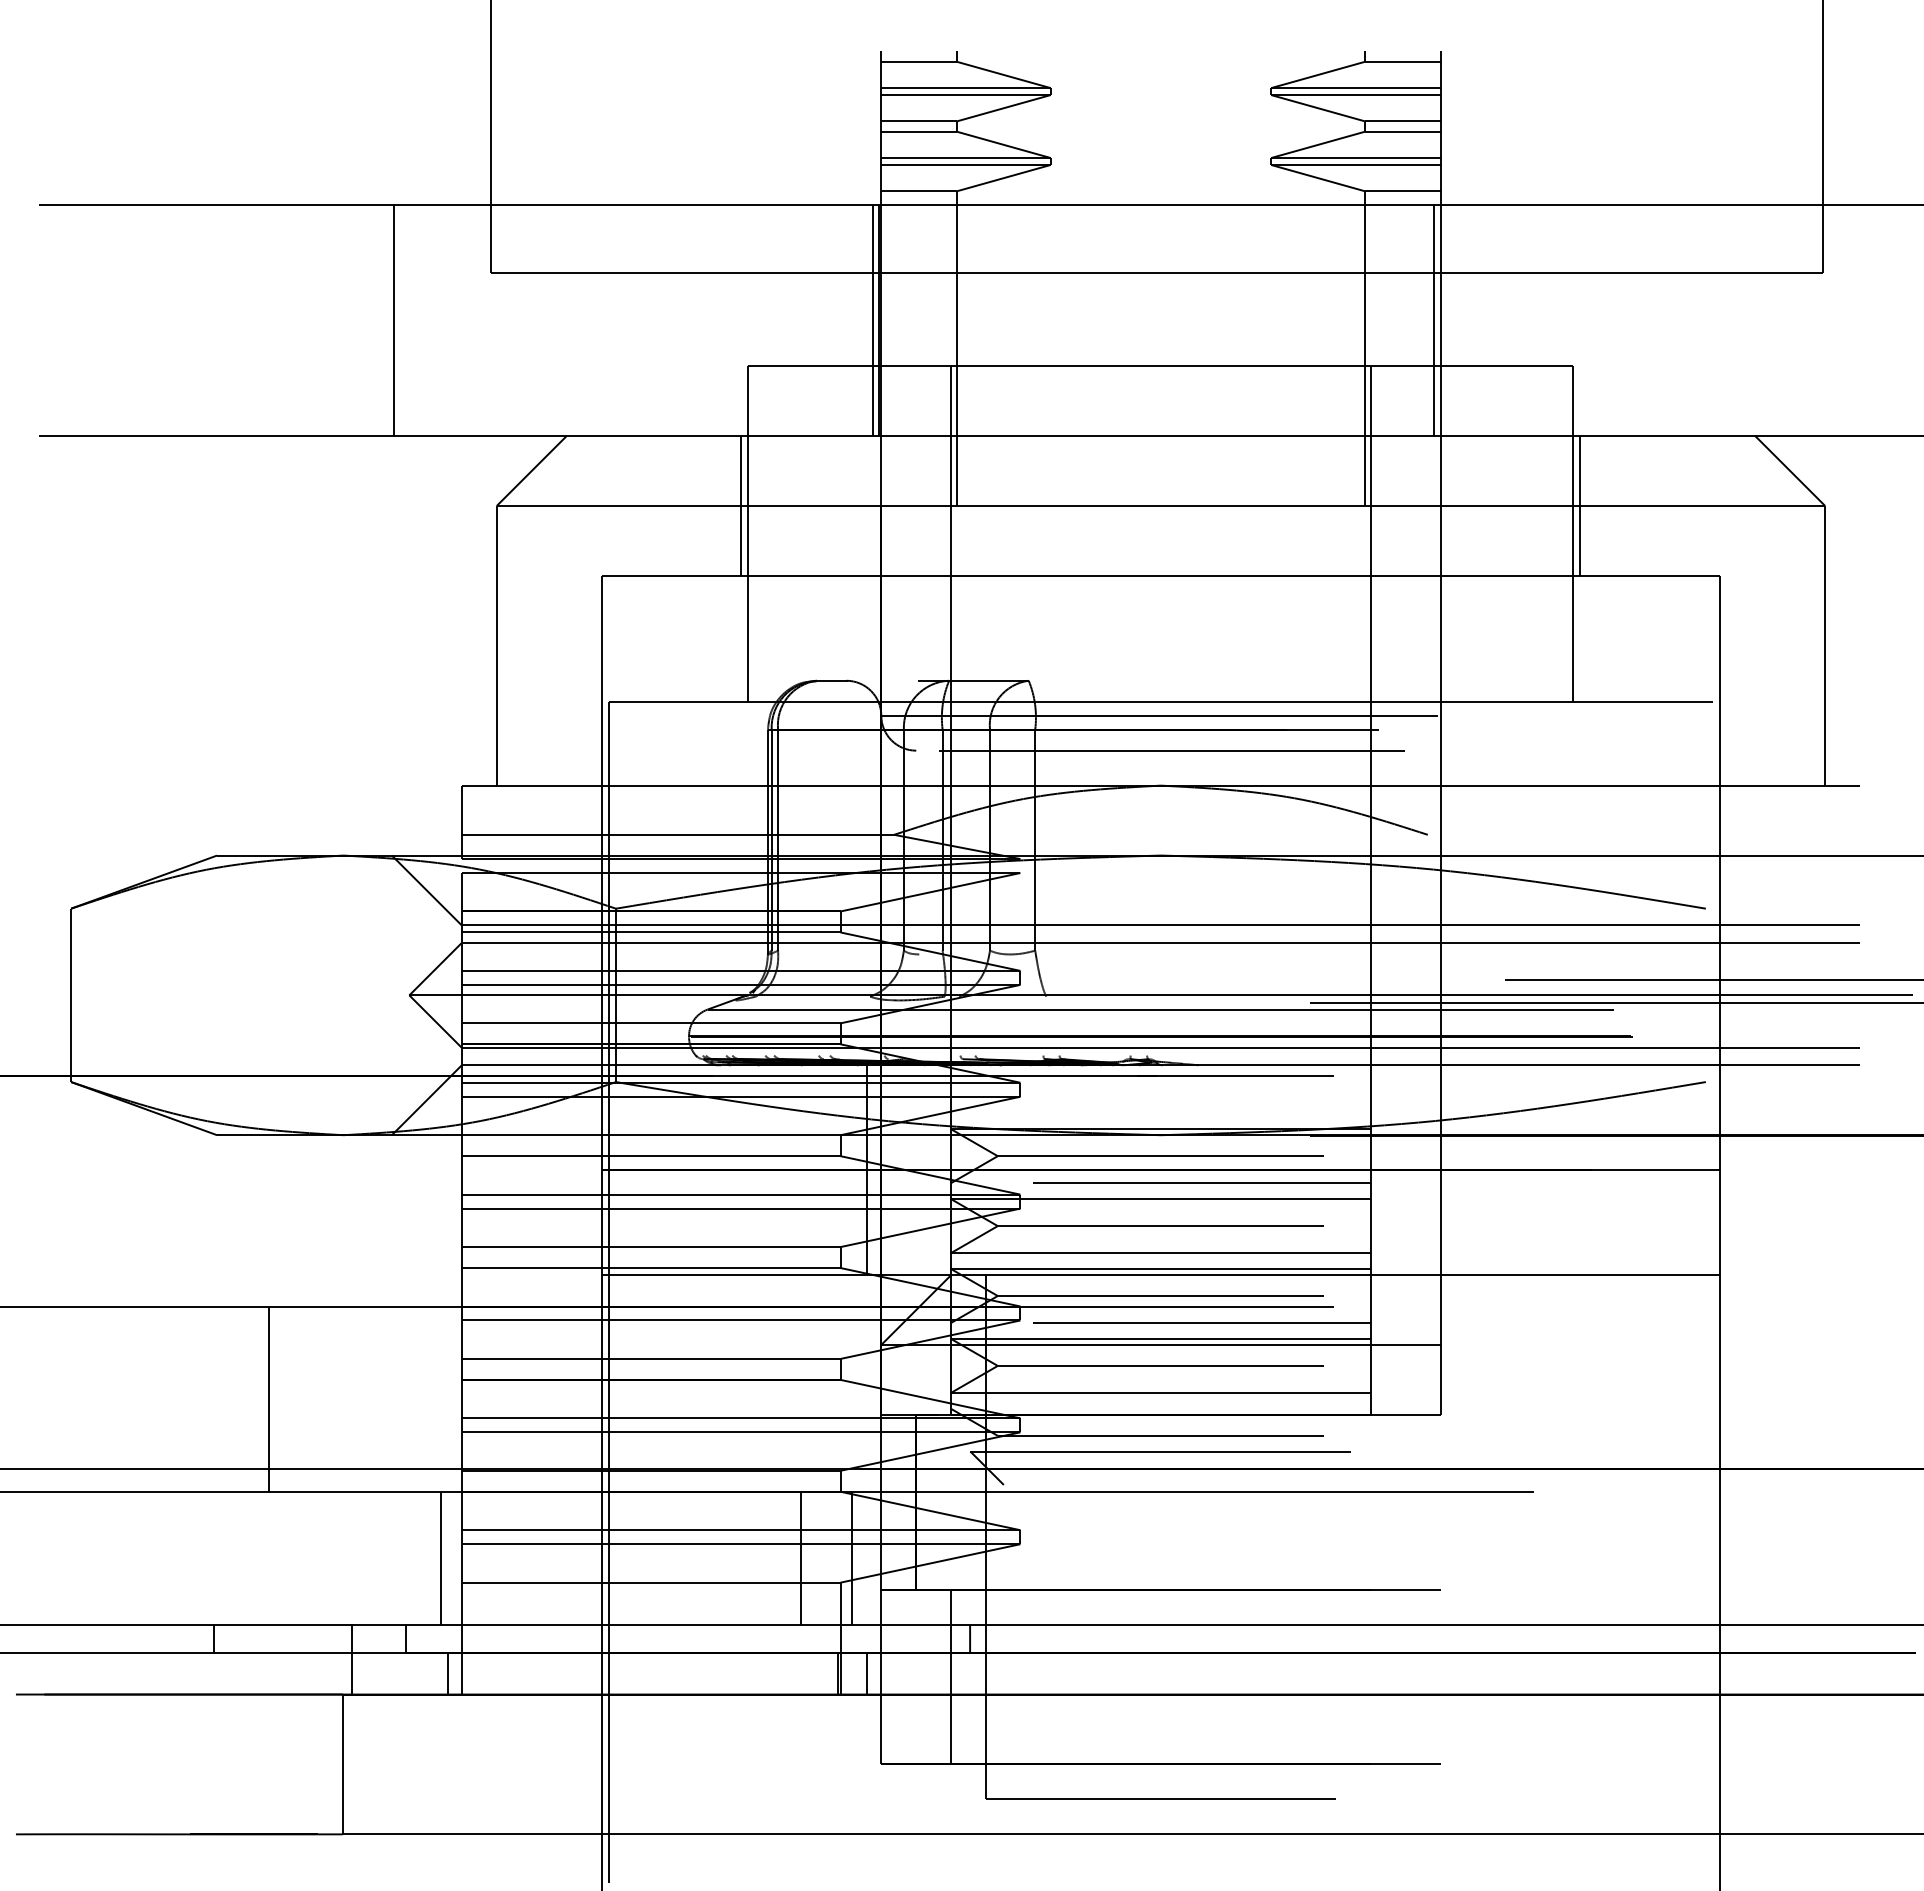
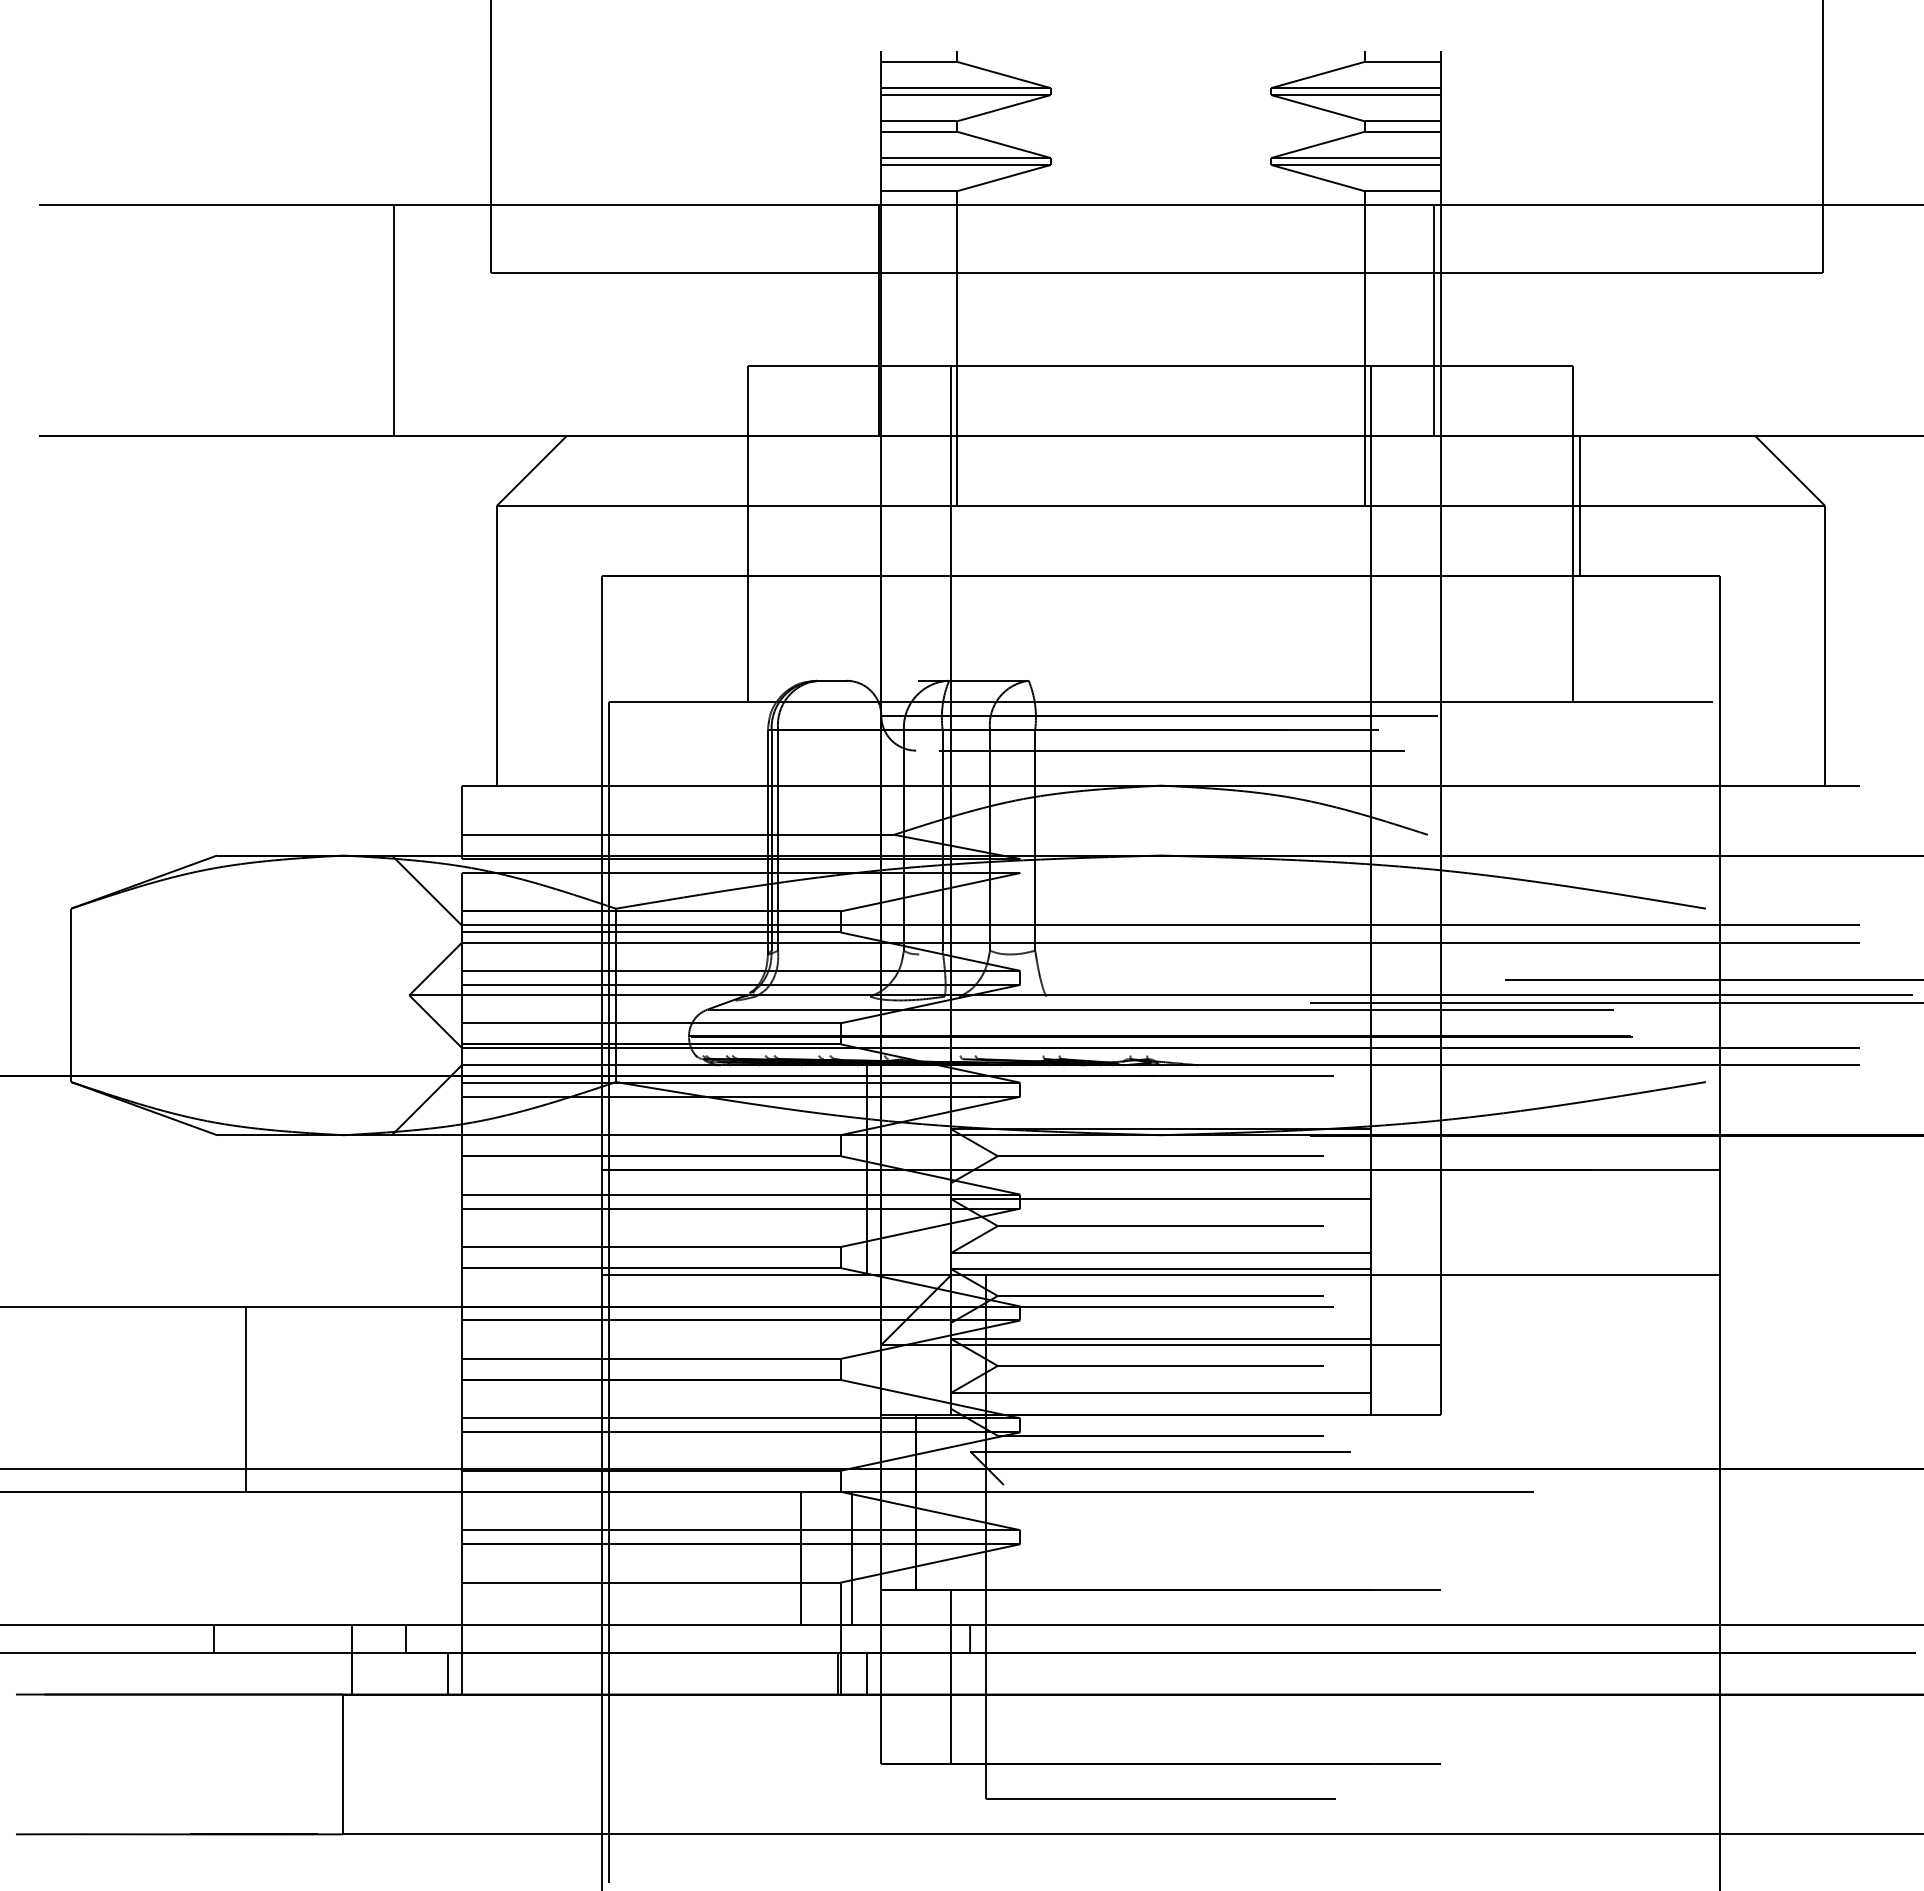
line at (872, 320): present -> none
line at (741, 505): present -> none
line at (1201, 1183): present -> none
line at (1201, 1322): present -> none
line at (268, 1399) position: (268, 1399) -> (245, 1399)
line at (441, 1557): present -> none
